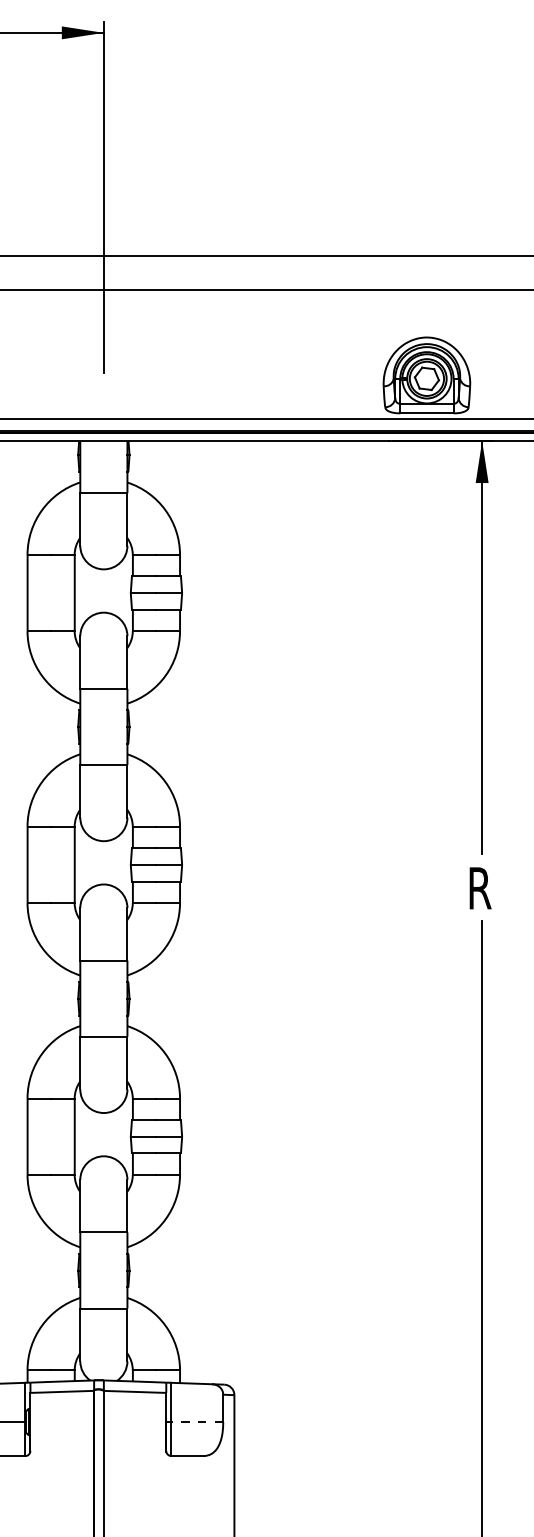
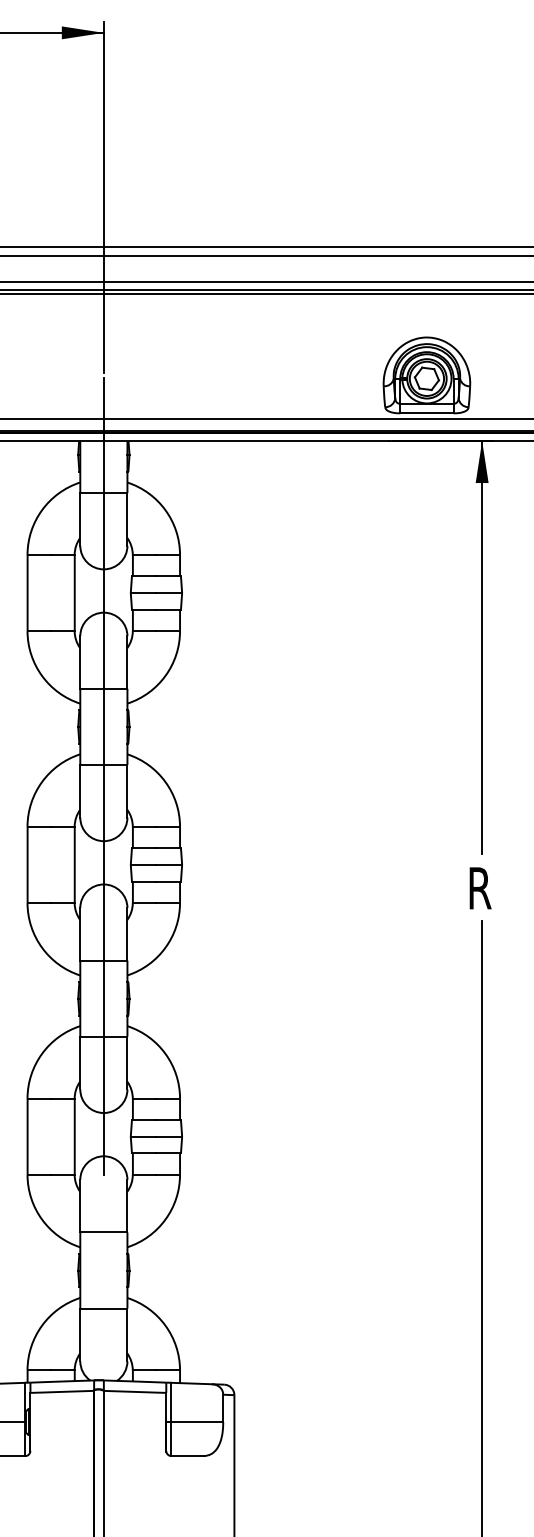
line at (266, 247): none -> present
line at (266, 281): none -> present
line at (266, 293): none -> present
line at (103, 775): none -> present
line at (197, 1422): dashed -> solid
